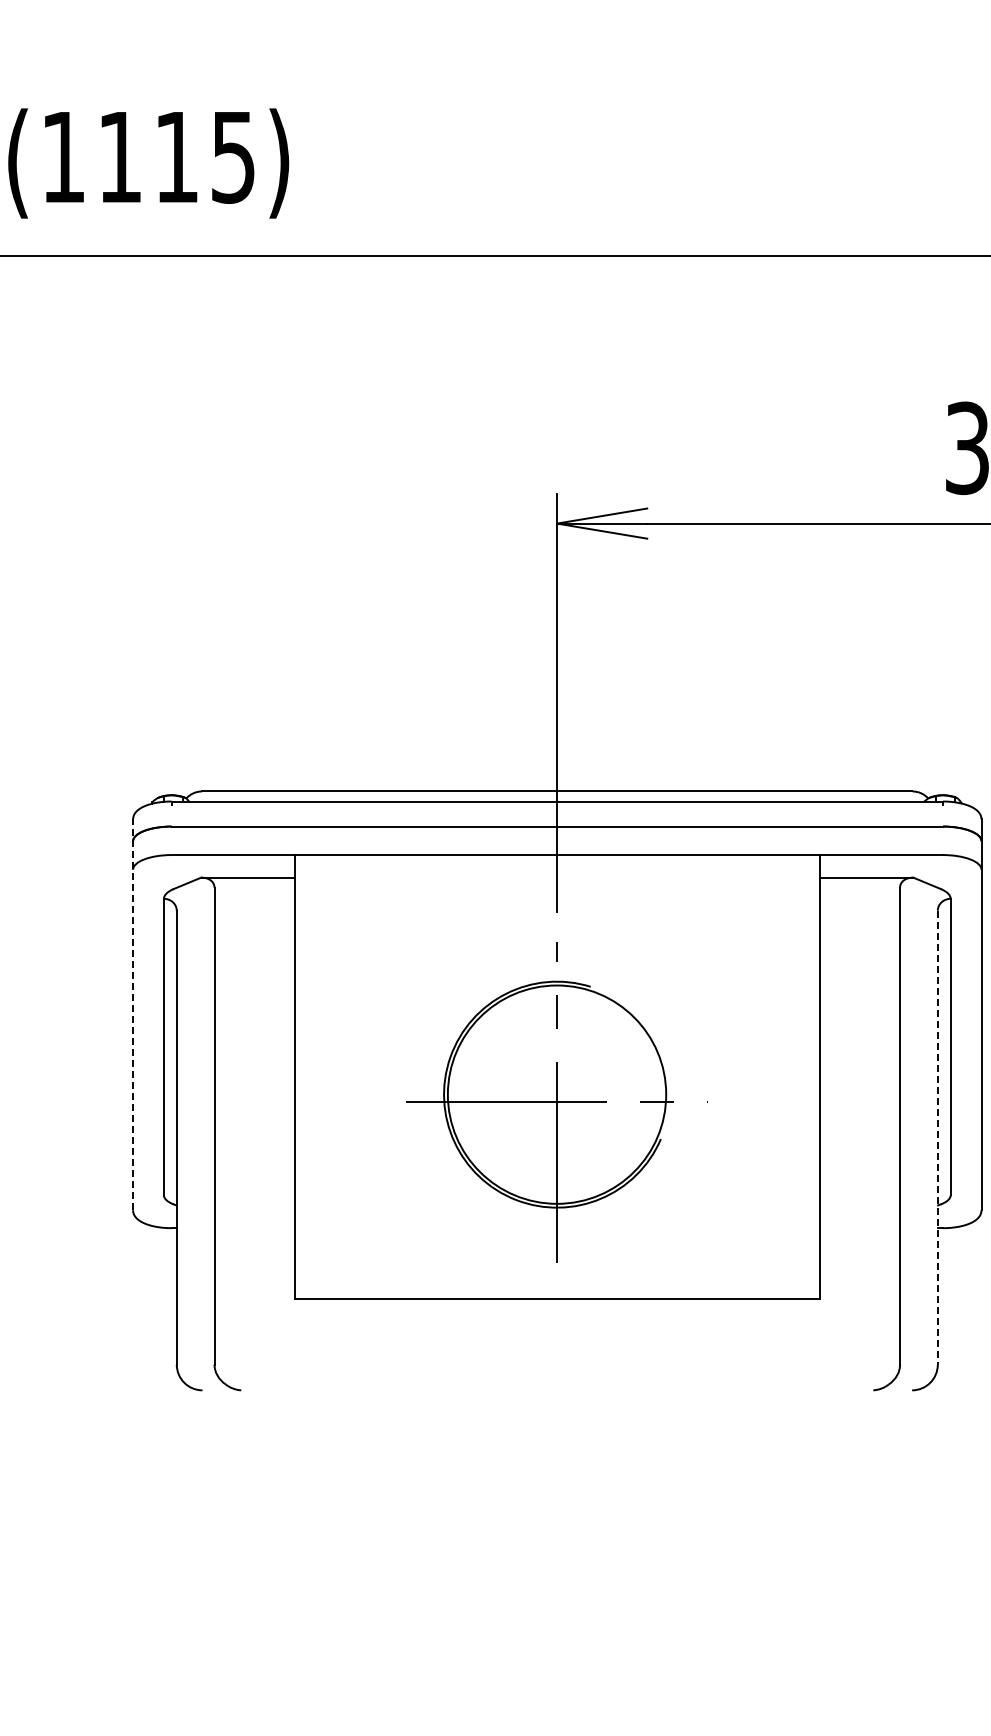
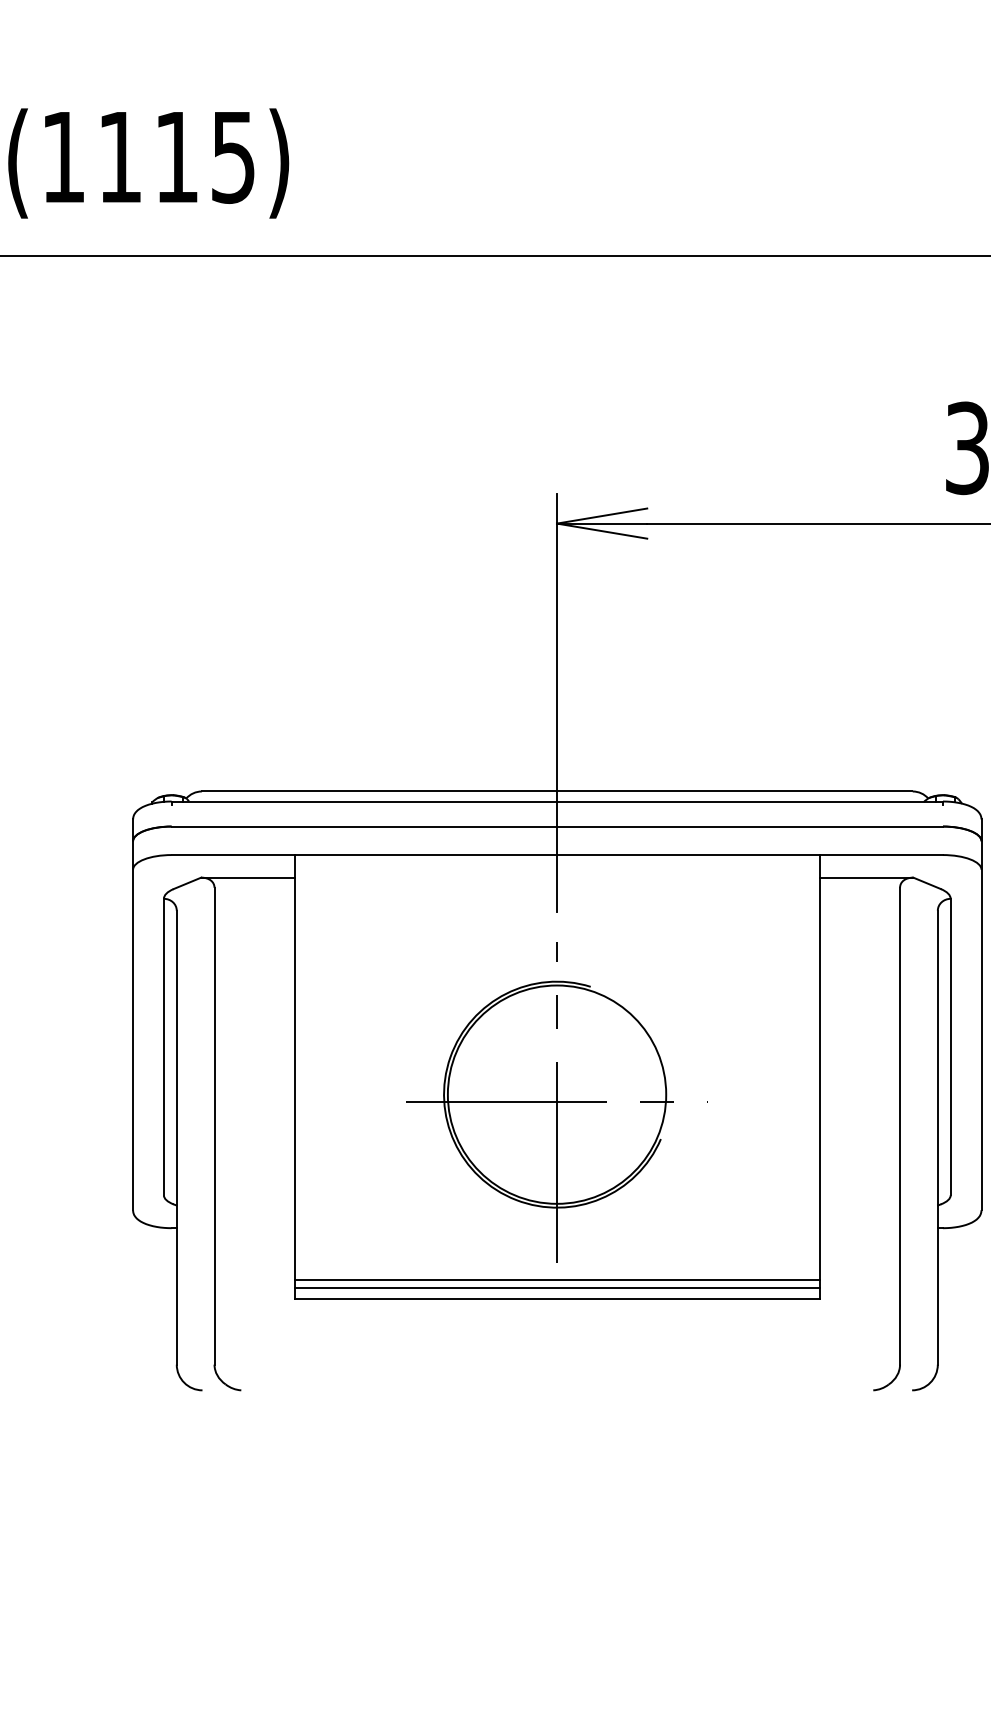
line at (133, 1014): dashed -> solid
line at (937, 1137): dashed -> solid
line at (557, 1279): none -> present
line at (557, 1287): none -> present
